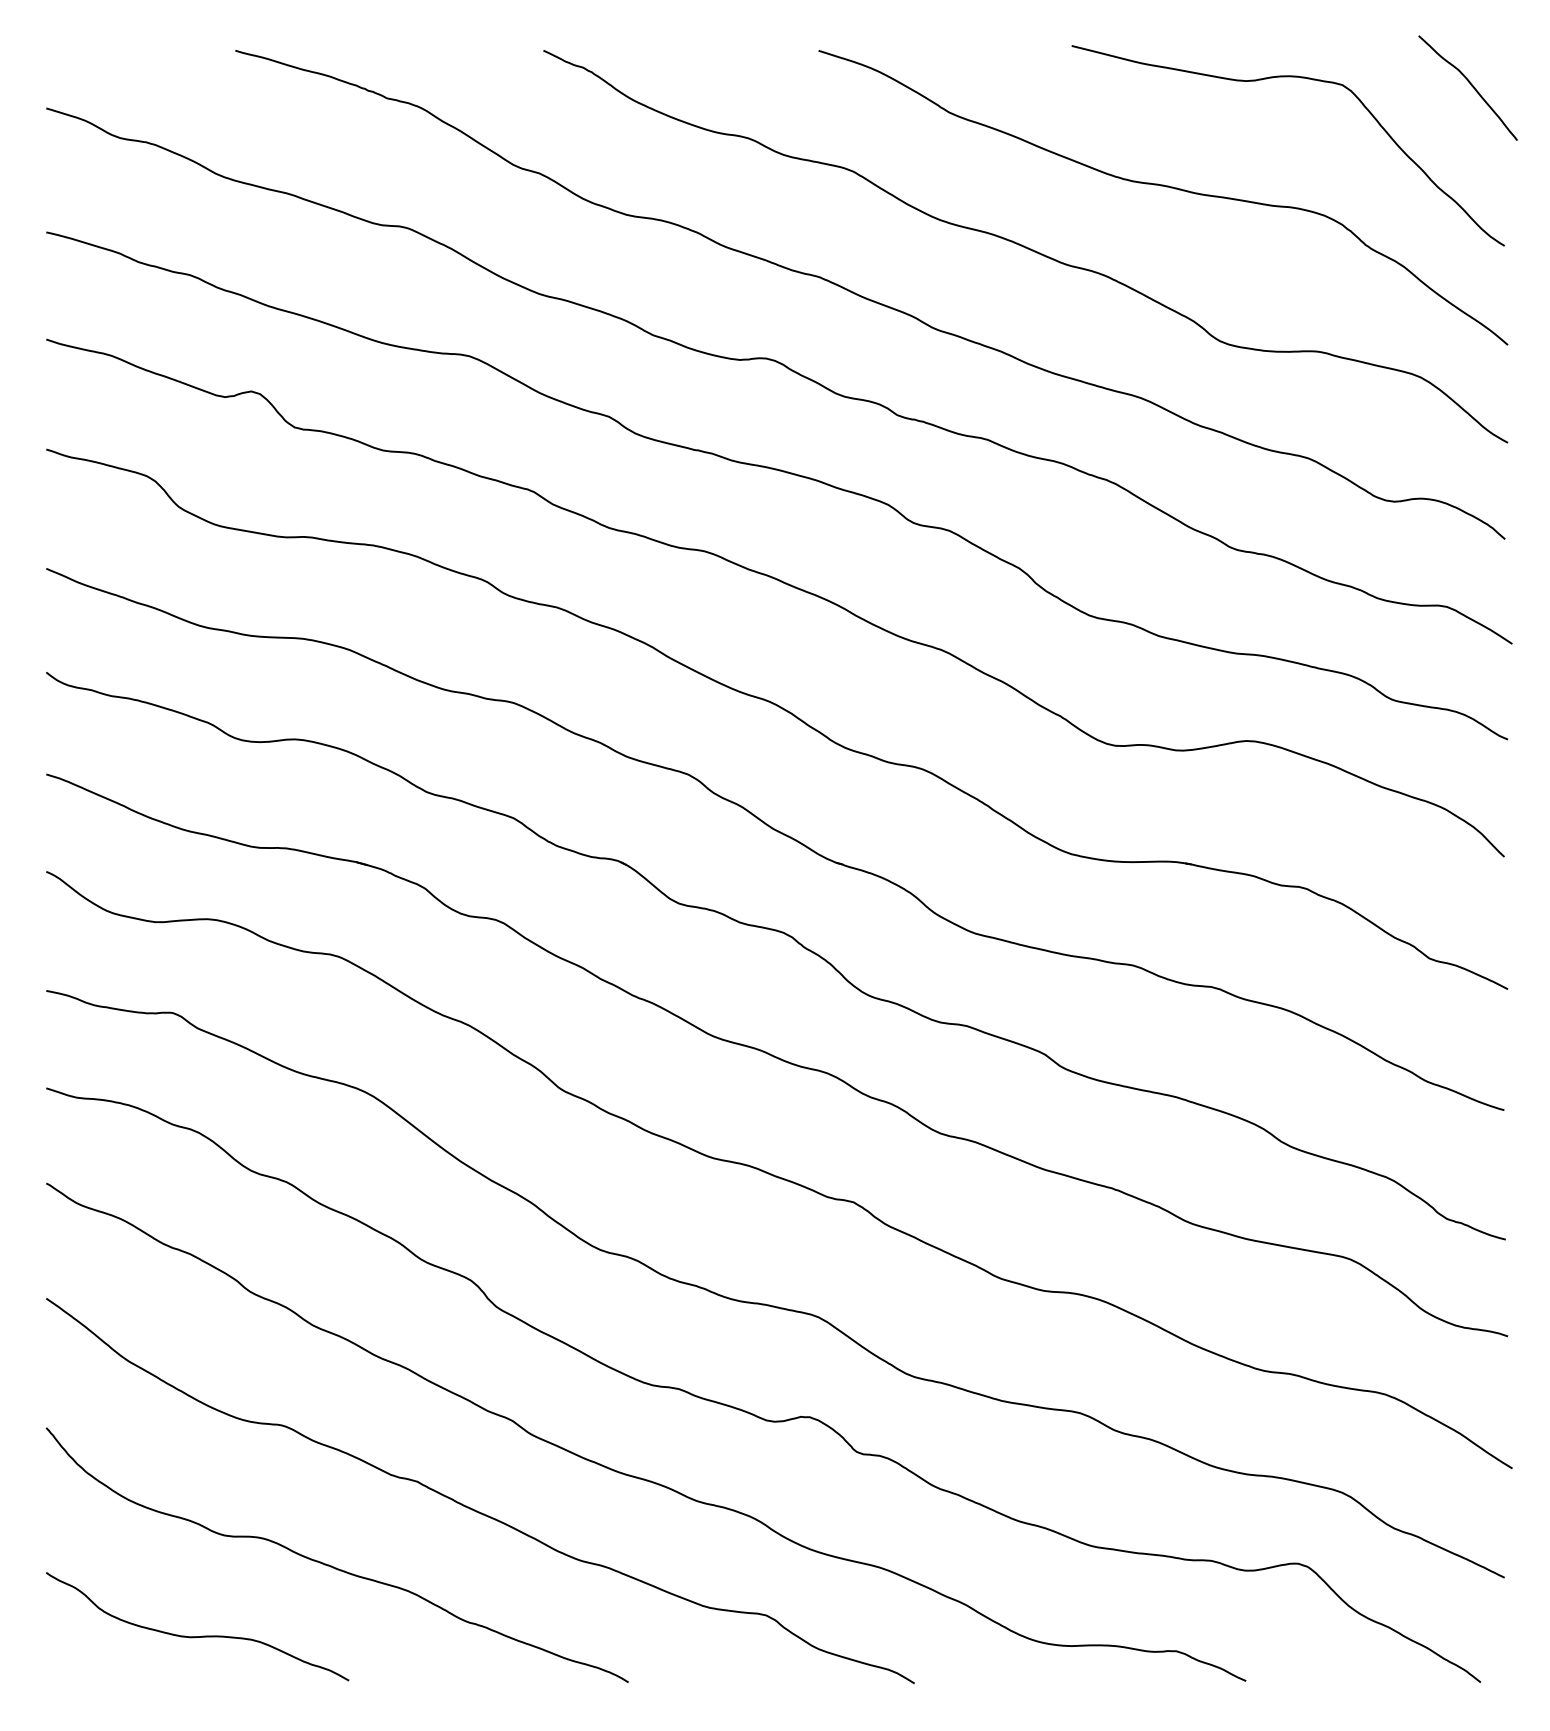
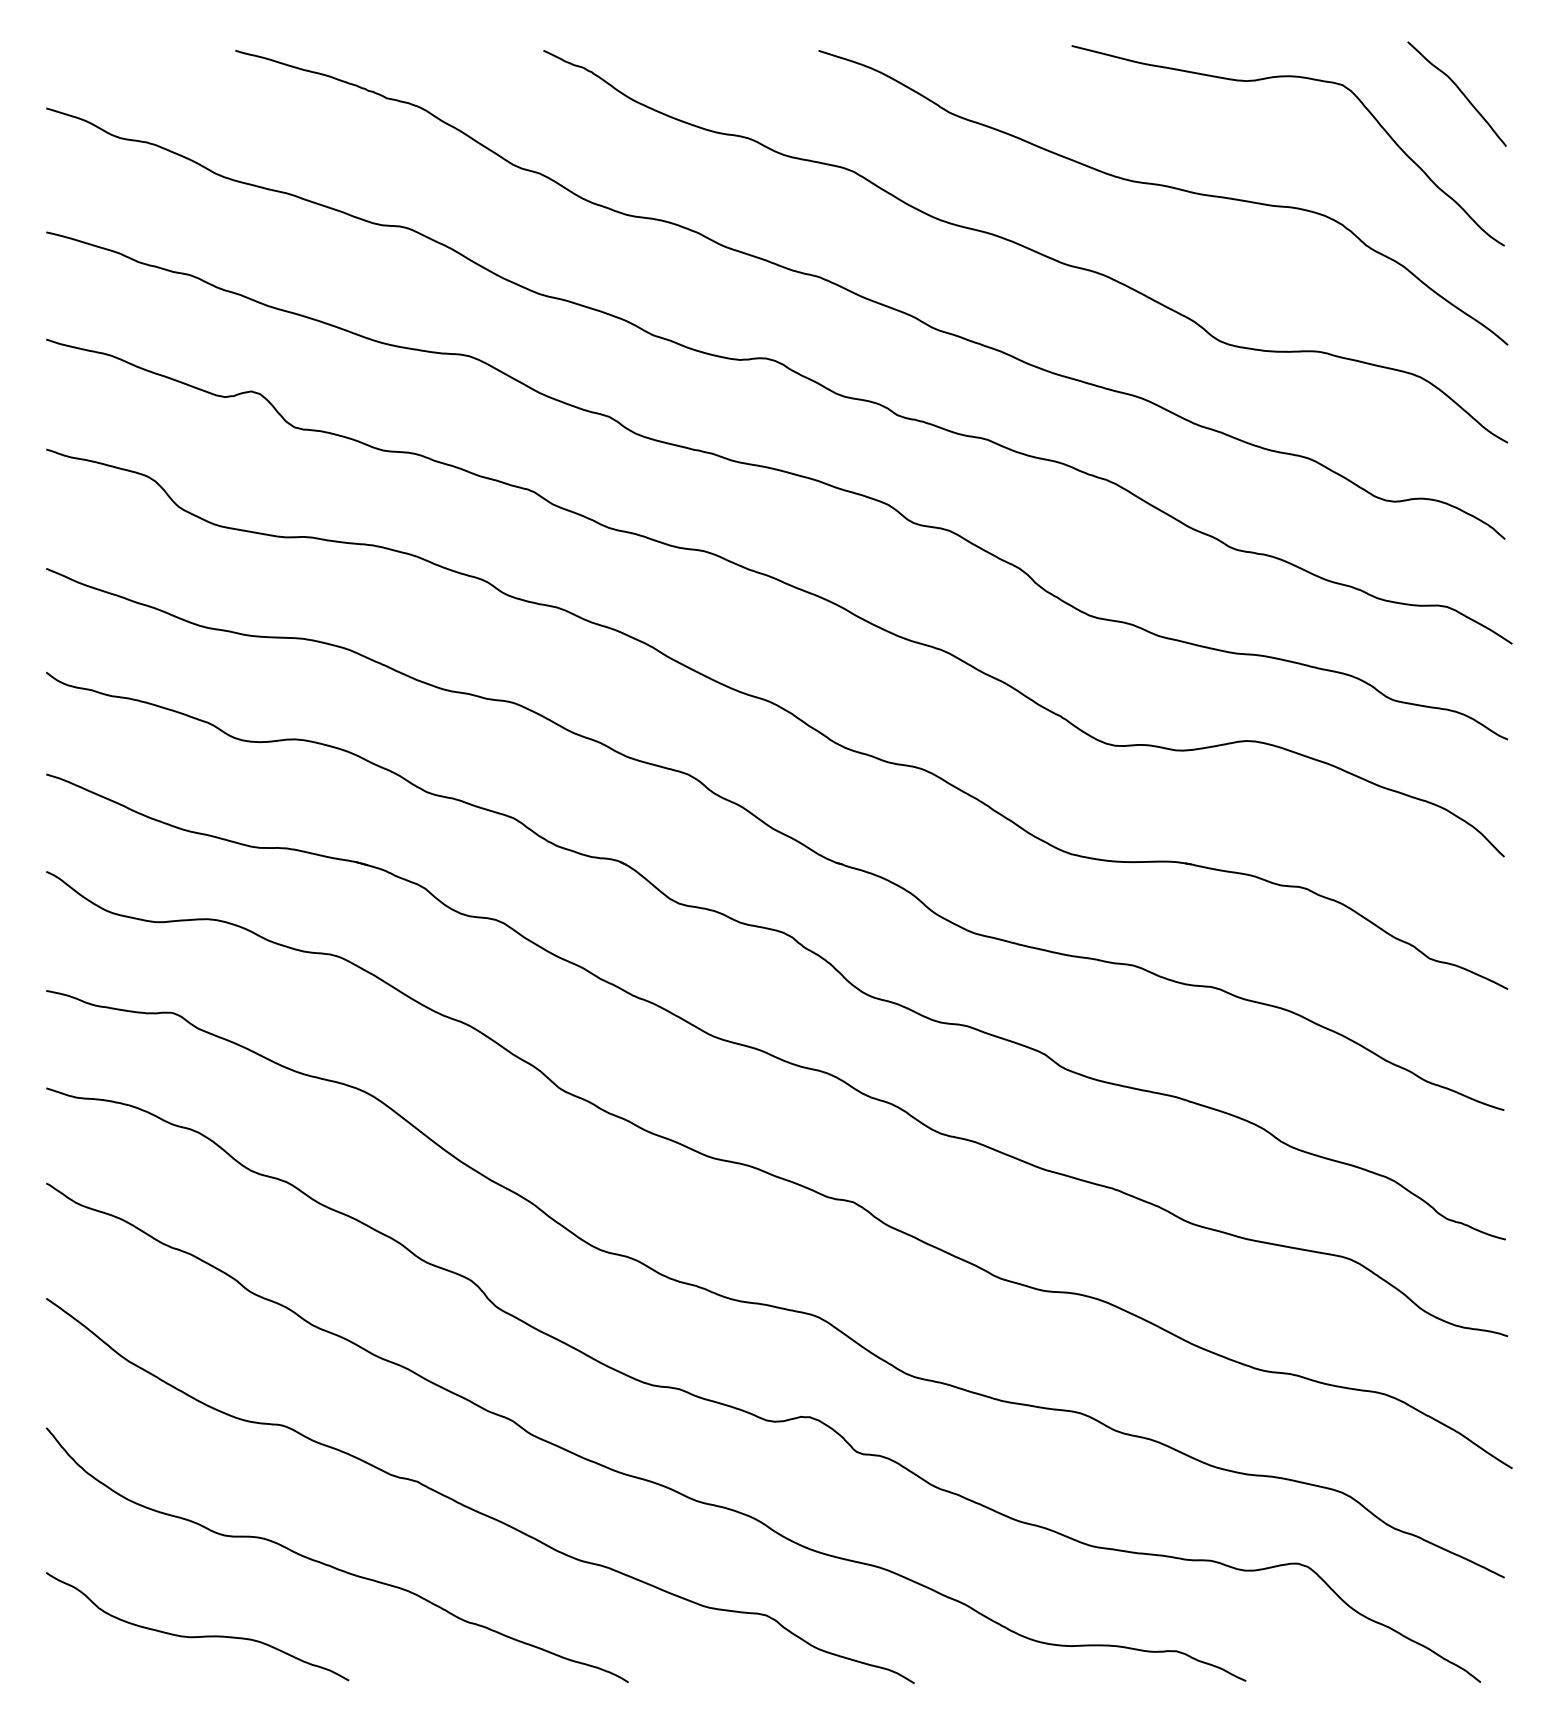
curve at (1470, 85) position: (1470, 85) -> (1459, 91)
